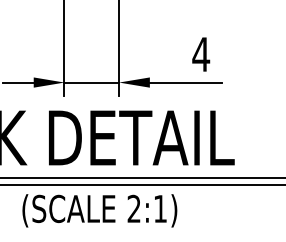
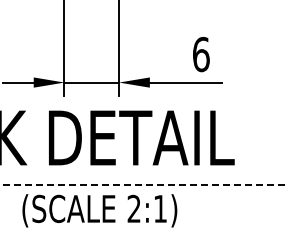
text at (201, 54): 4 -> 6
line at (142, 178): present -> none
line at (143, 185): solid -> dashed
